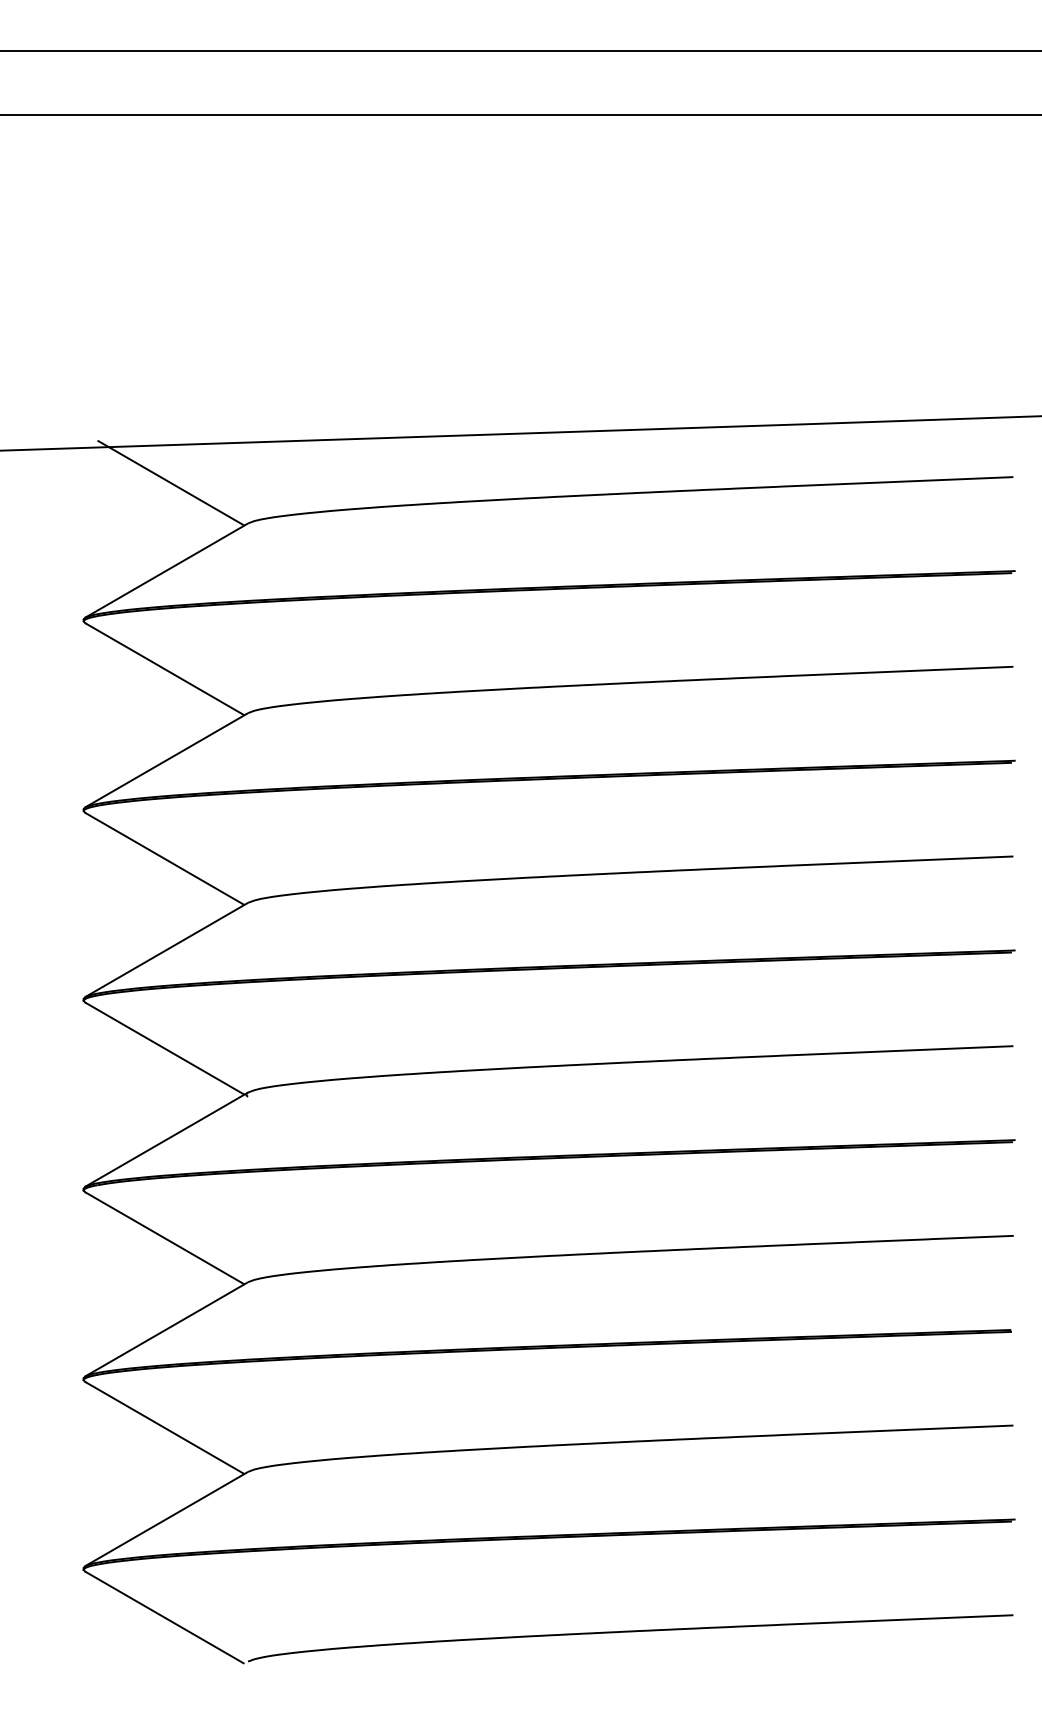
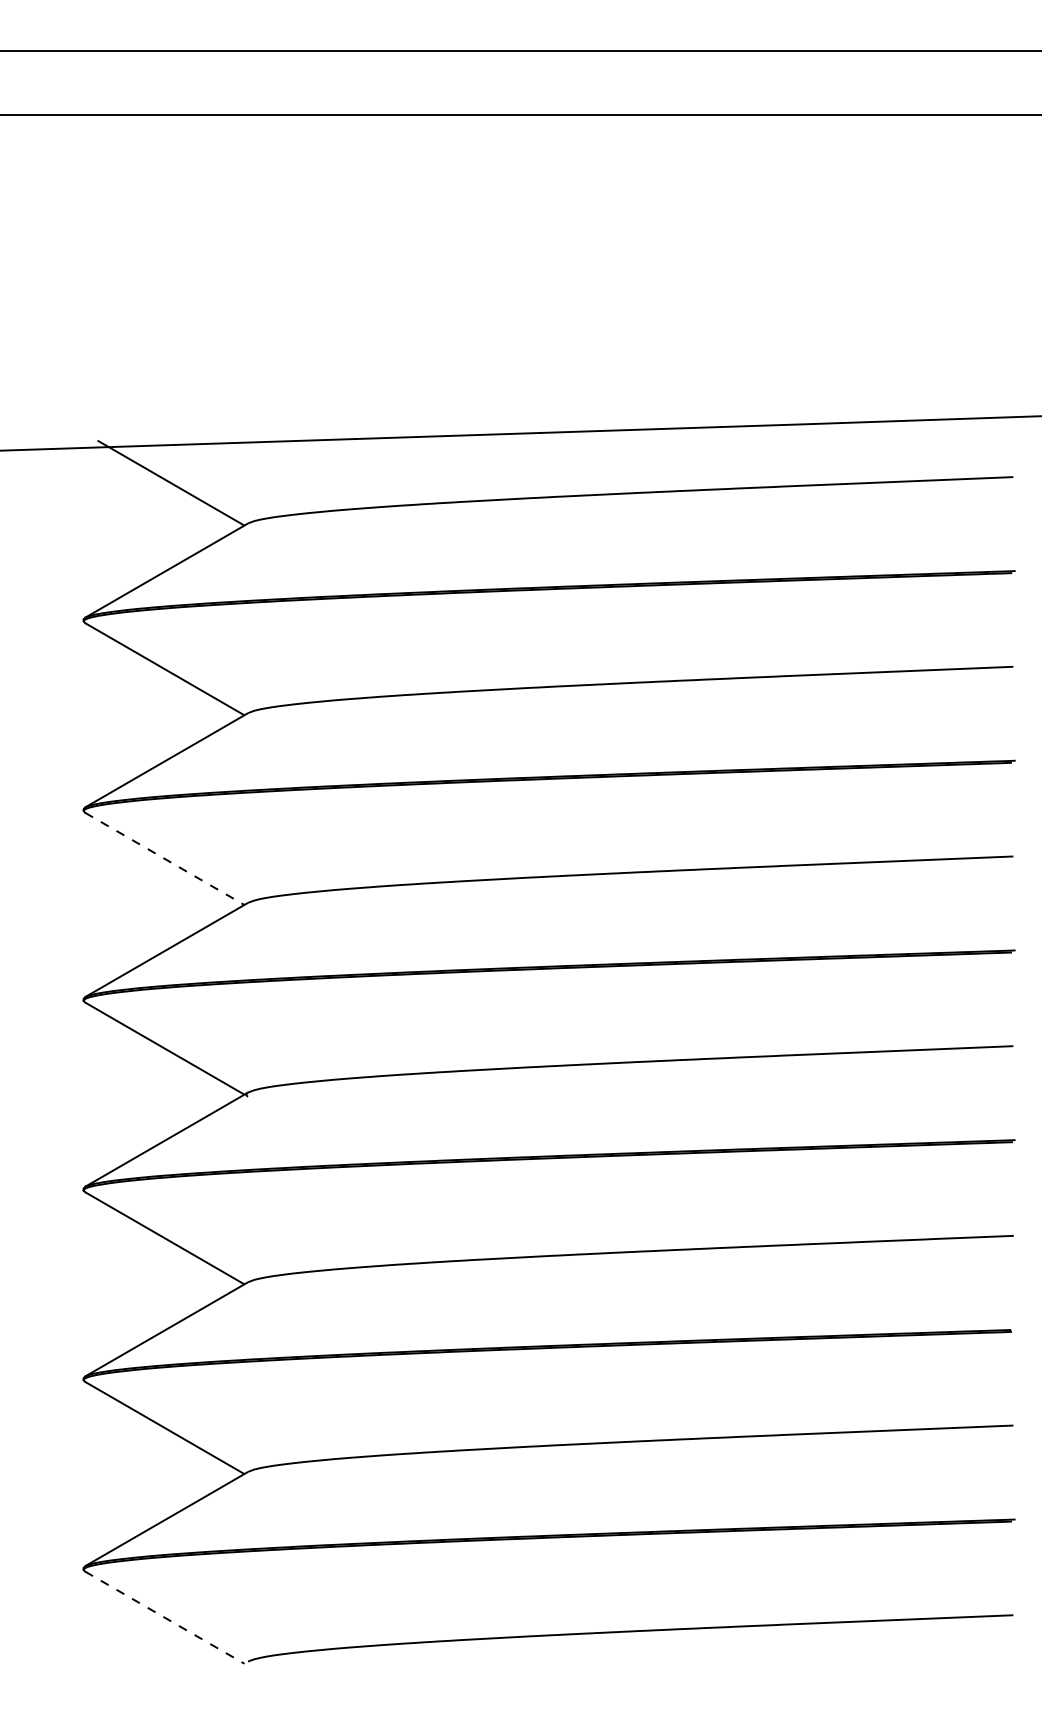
line at (164, 858): solid -> dashed
line at (165, 1618): solid -> dashed
